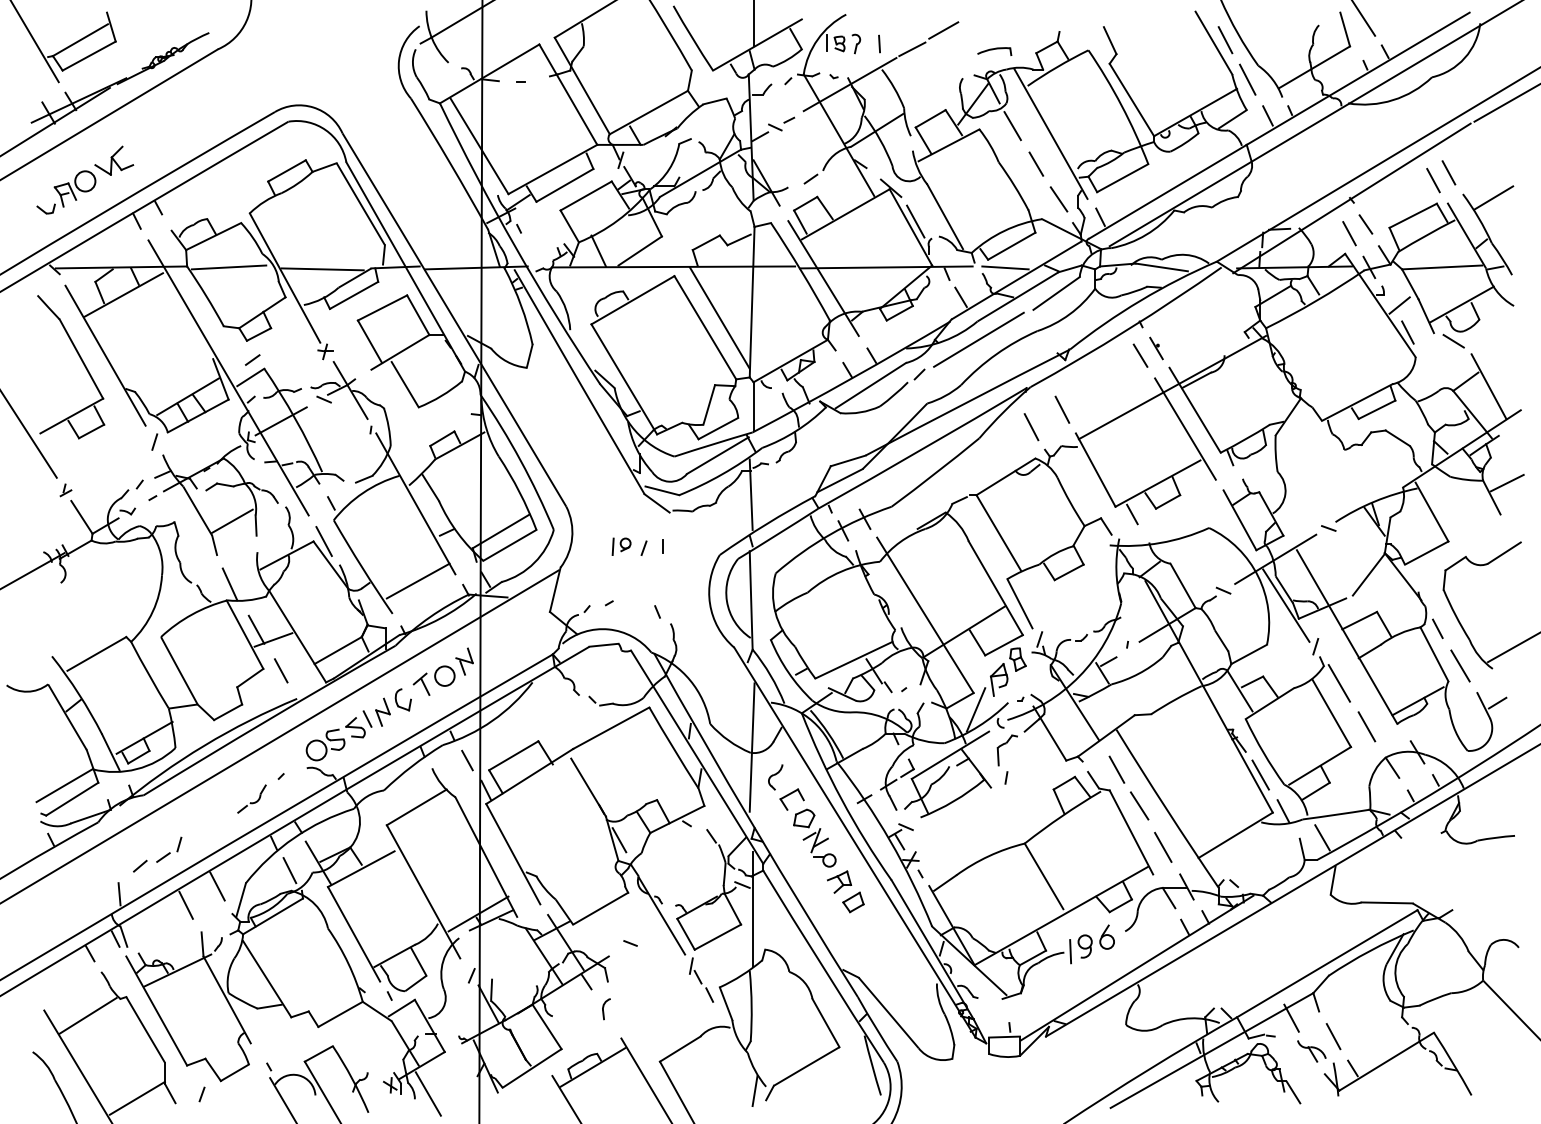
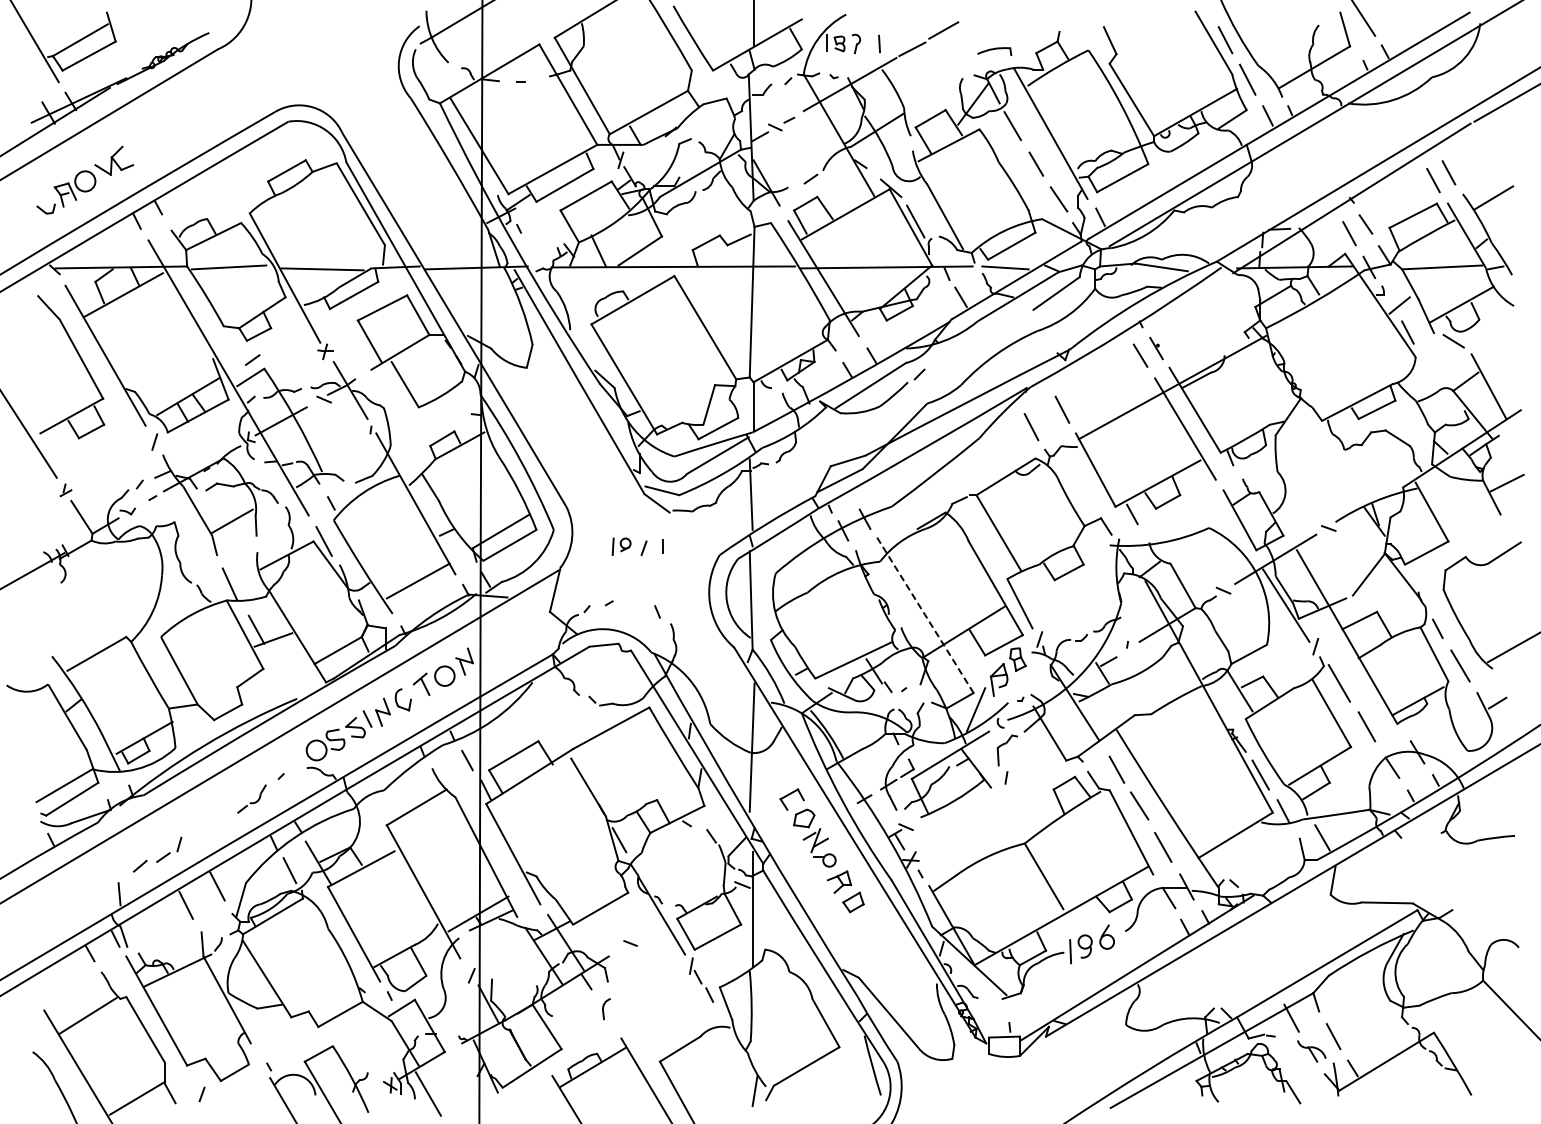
line at (719, 317): present -> none
line at (978, 339): present -> none
line at (925, 615): solid -> dashed
line at (281, 670): present -> none
part at (775, 777): present -> none
